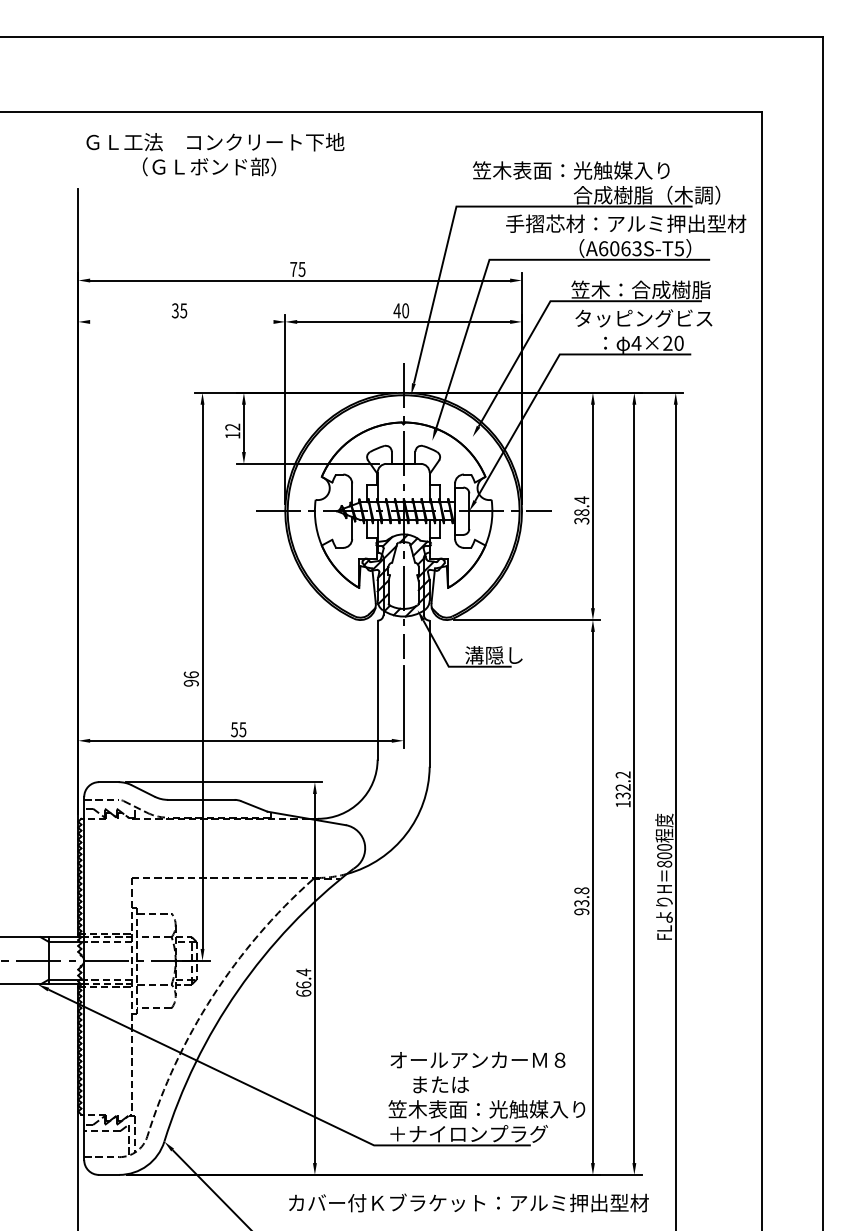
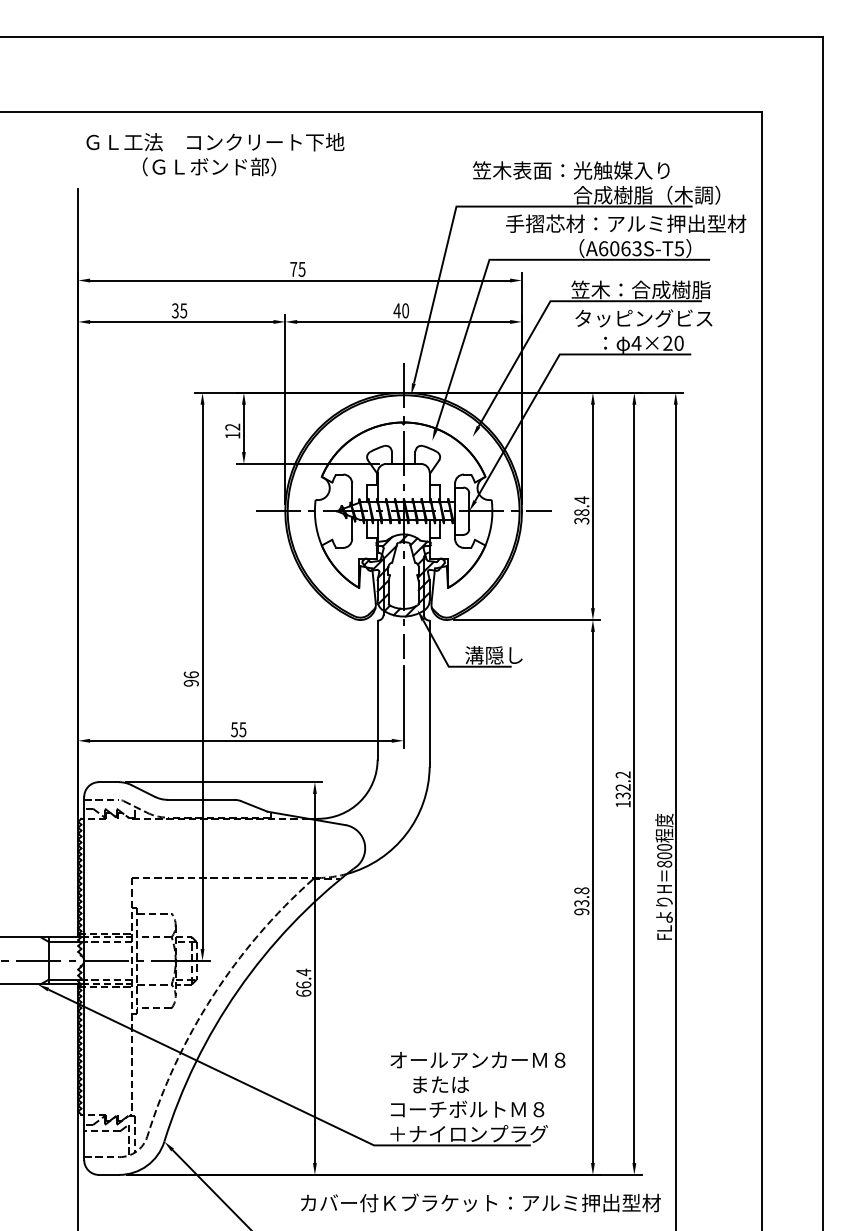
line at (181, 321): none -> present
text at (486, 1109): 笠木表面：光触媒入り -> コーチボルトＭ８
text at (468, 1202) position: (468, 1202) -> (480, 1202)
